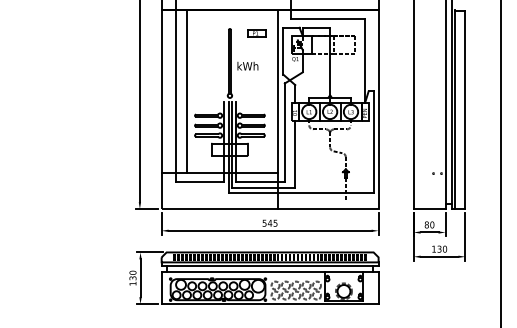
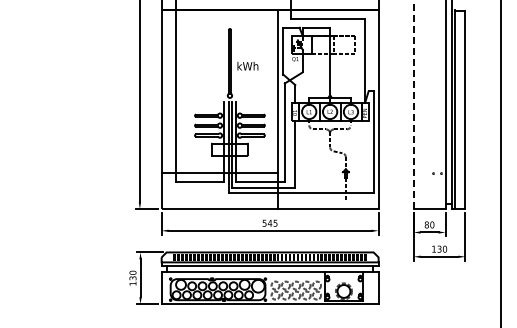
part at (256, 33): present -> none
line at (186, 91): present -> none
line at (413, 104): solid -> dashed
